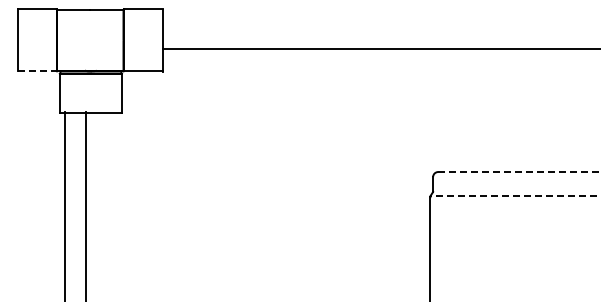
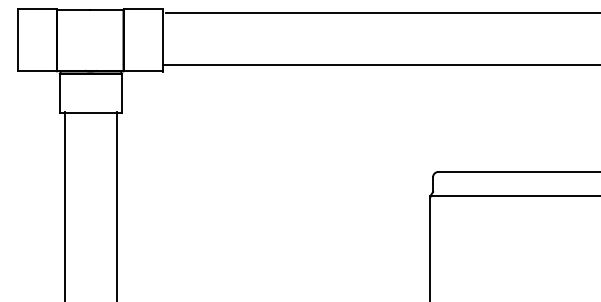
line at (381, 13): none -> present
line at (380, 49) position: (380, 49) -> (380, 65)
line at (37, 71): dashed -> solid
line at (519, 172): dashed -> solid
line at (515, 196): dashed -> solid
line at (85, 205) position: (85, 205) -> (116, 205)
